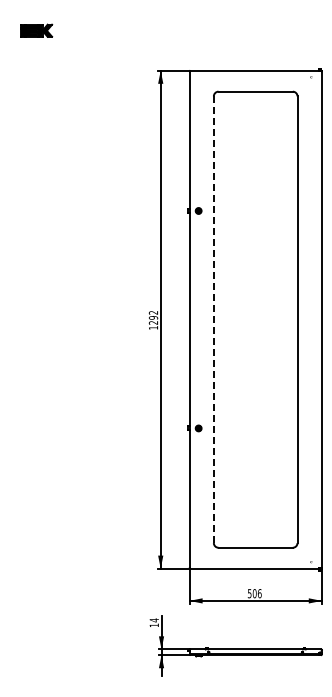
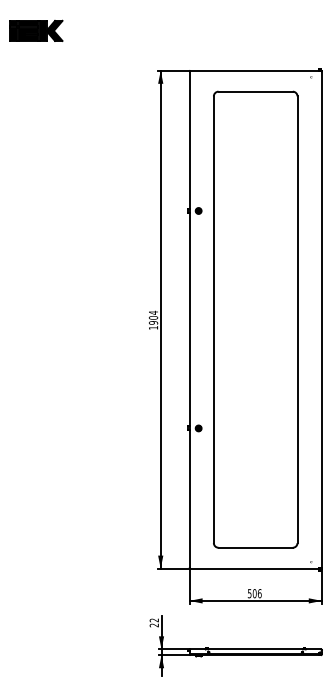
part at (36, 30) size: 34x15 px -> 55x23 px
text at (153, 317): 1292 -> 1904
line at (213, 320): dashed -> solid
text at (153, 622): 14 -> 22
